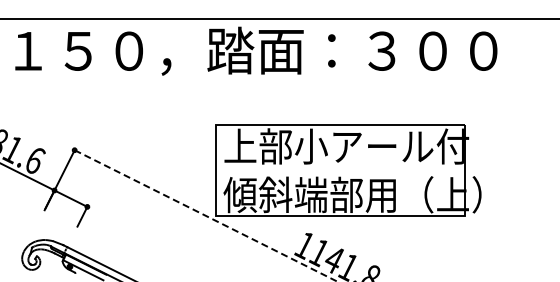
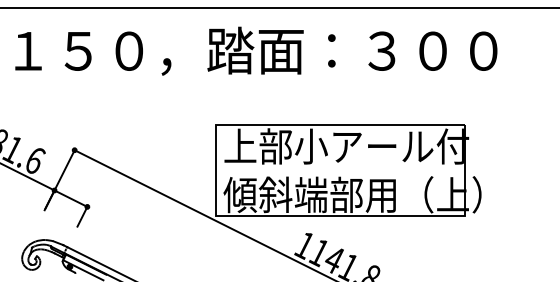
line at (279, 19) position: (279, 19) -> (279, 8)
line at (206, 215): dashed -> solid
